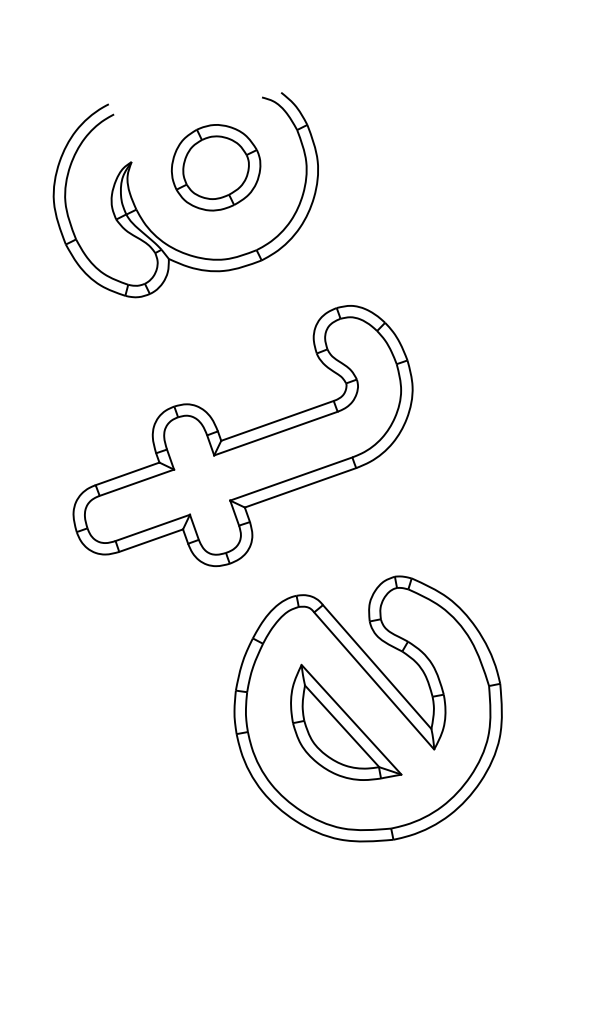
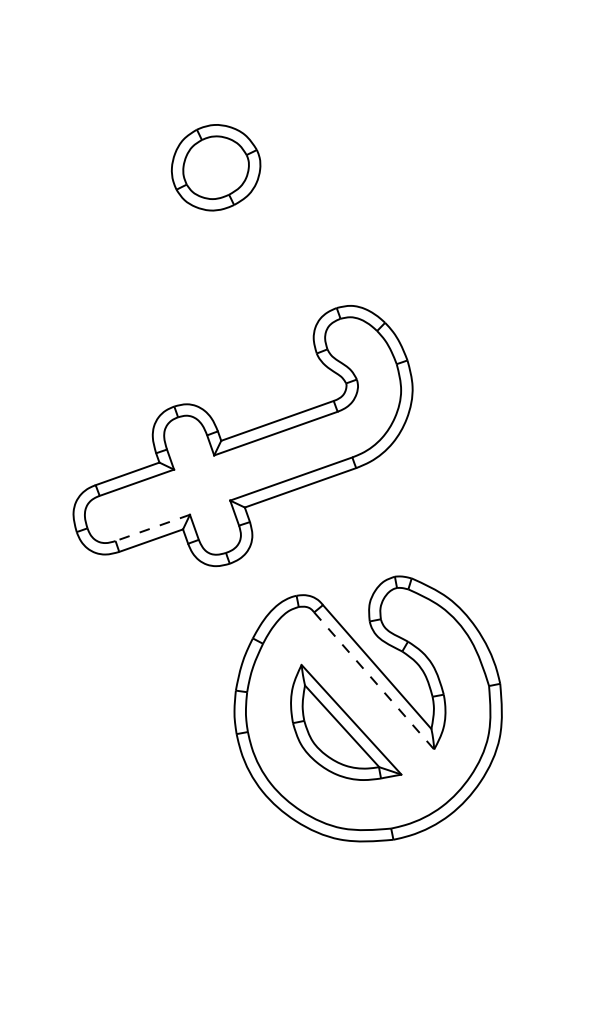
part at (149, 227): present -> none
line at (152, 528): solid -> dashed
line at (374, 681): solid -> dashed
